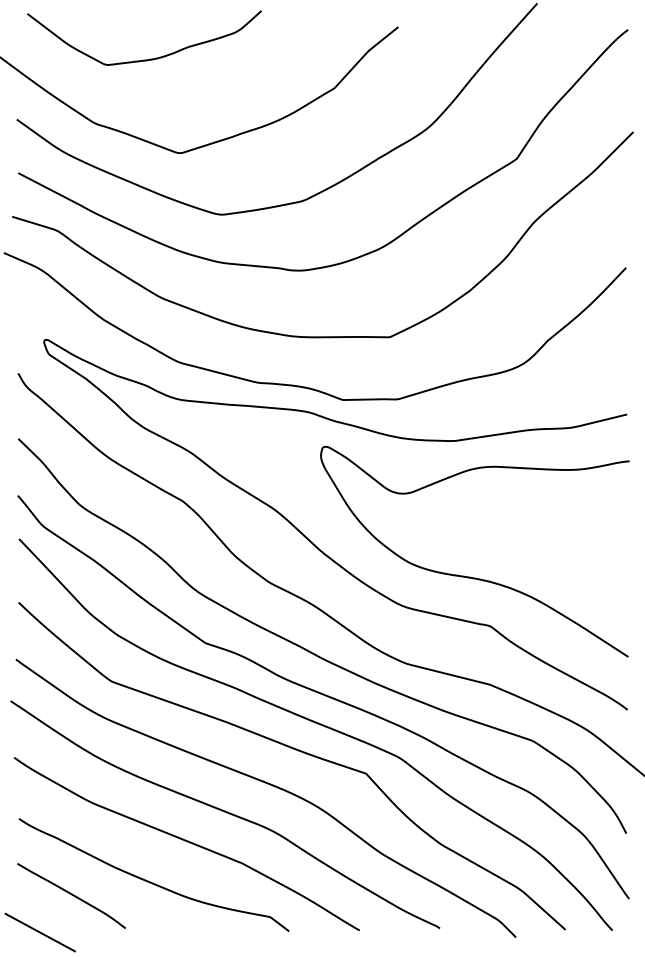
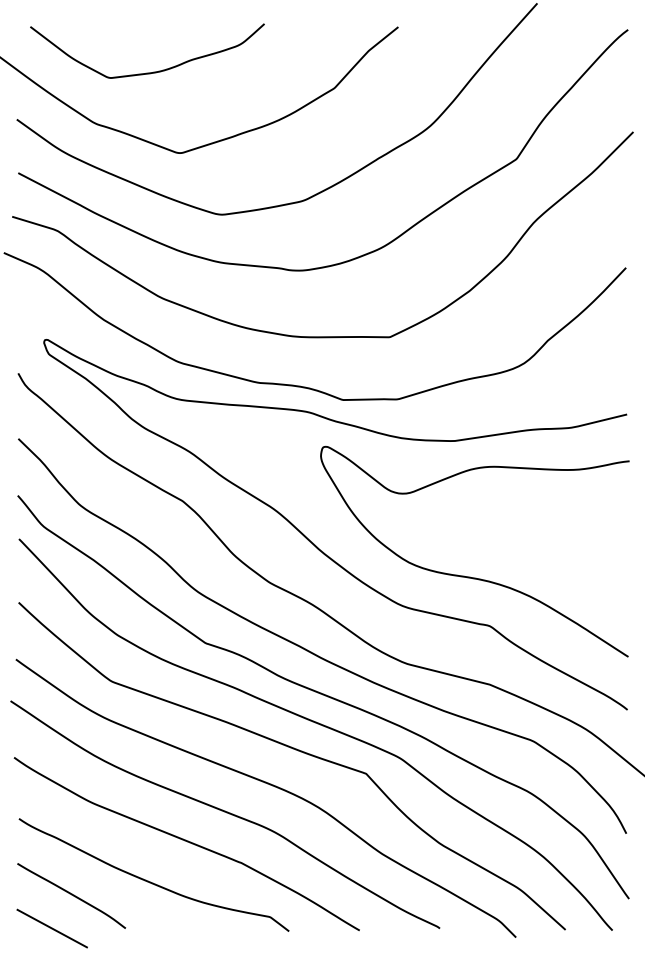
curve at (150, 58) position: (150, 58) -> (153, 71)
line at (39, 932) position: (39, 932) -> (51, 928)
